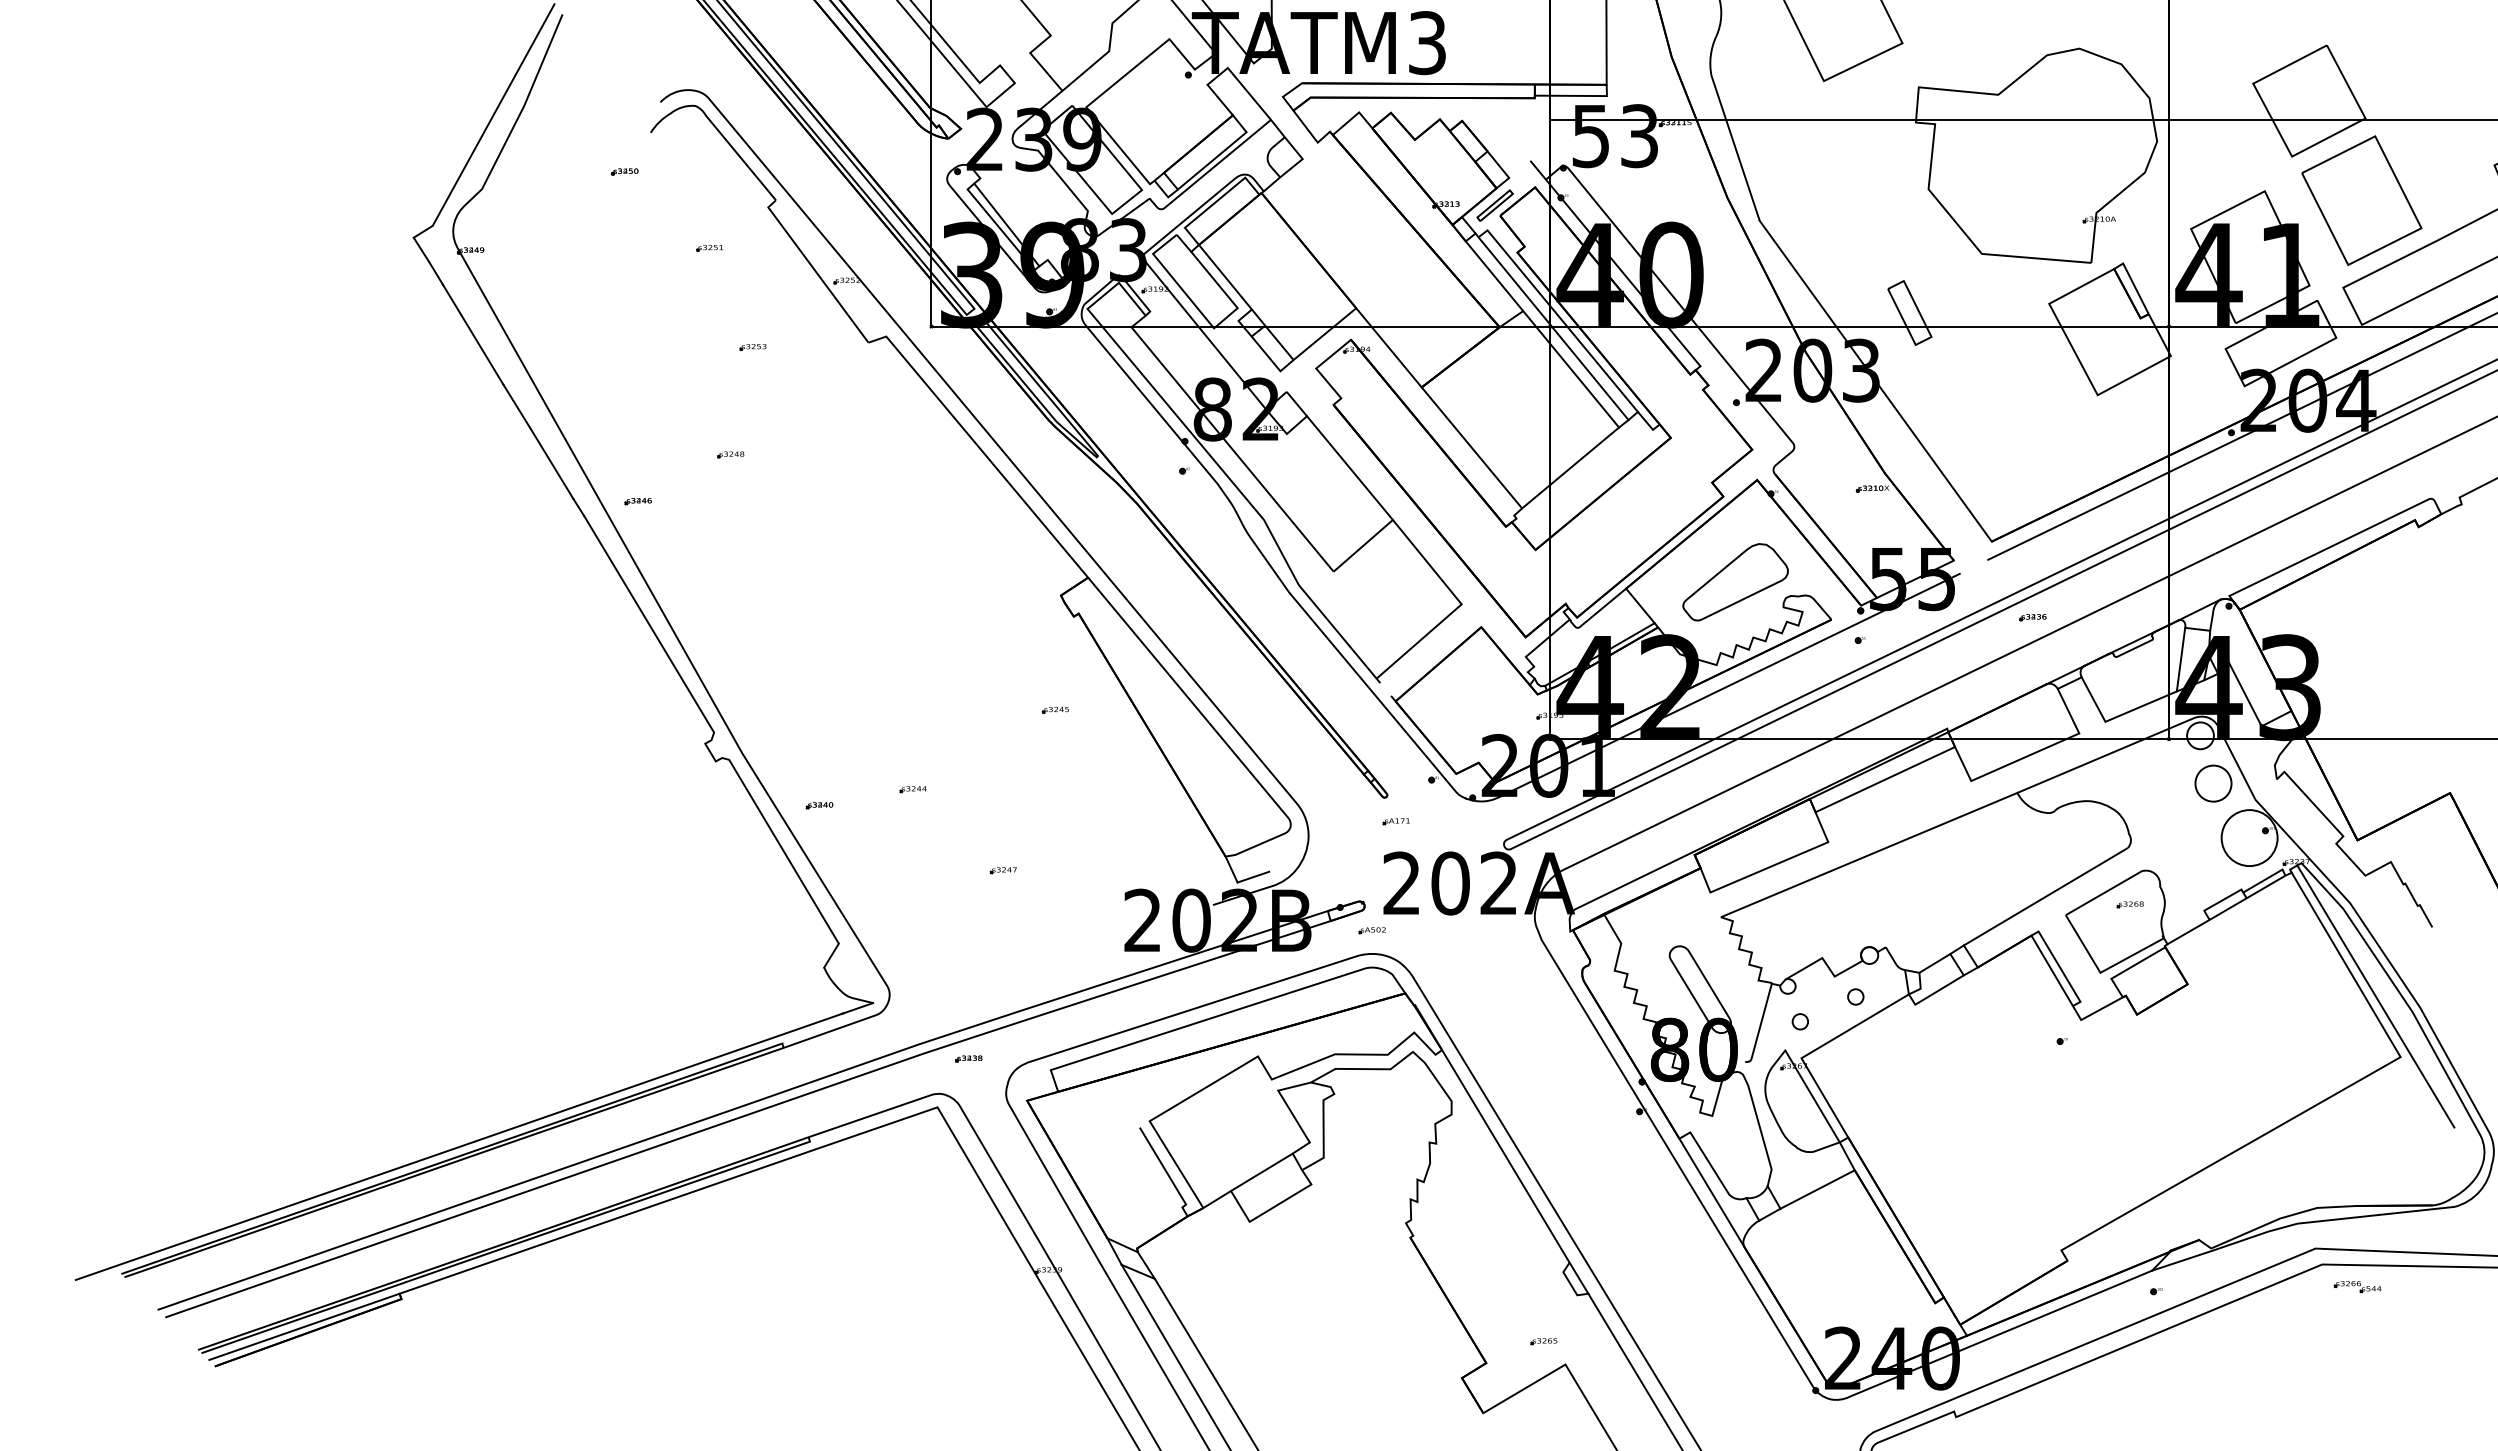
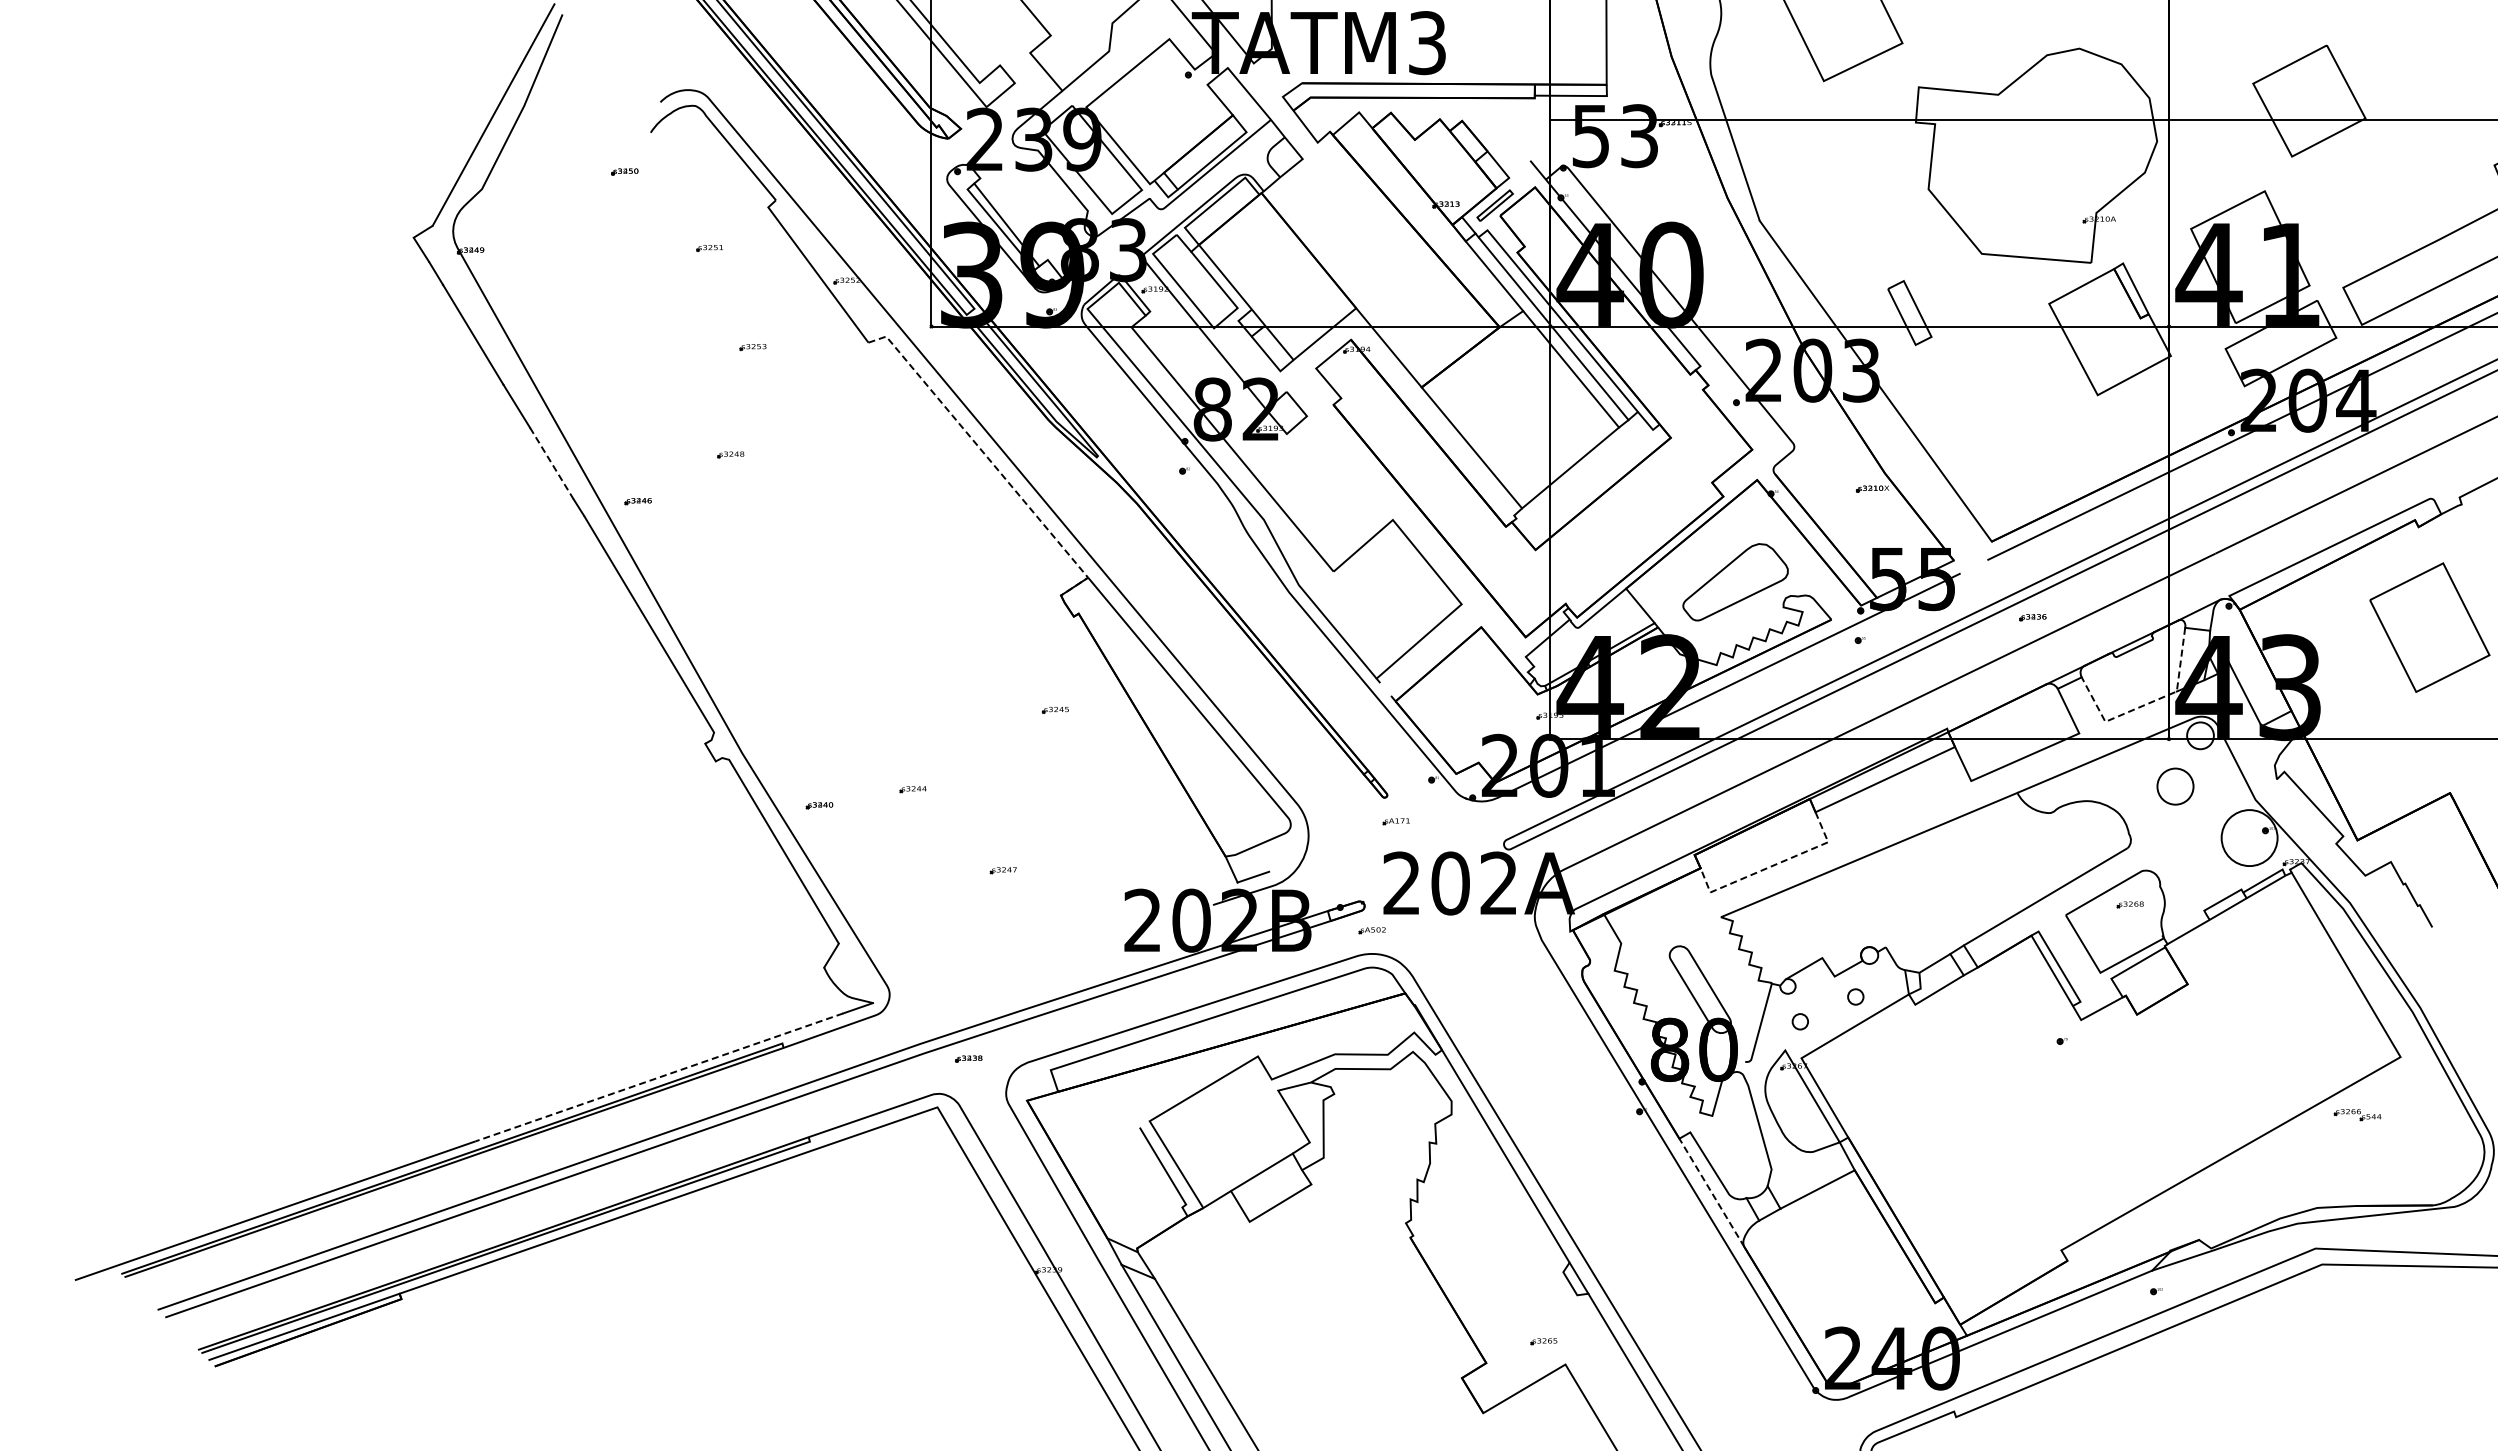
part at (2361, 200) position: (2361, 200) -> (2429, 627)
line at (992, 462): solid -> dashed
line at (551, 463): solid -> dashed
line at (1349, 467): present -> none
line at (2147, 703): solid -> dashed
part at (2213, 783) position: (2213, 783) -> (2175, 786)
line at (1771, 866): solid -> dashed
line at (2375, 996): present -> none
line at (659, 1077): solid -> dashed
line at (1711, 1192): solid -> dashed
part at (2357, 1287) position: (2357, 1287) -> (2357, 1115)
